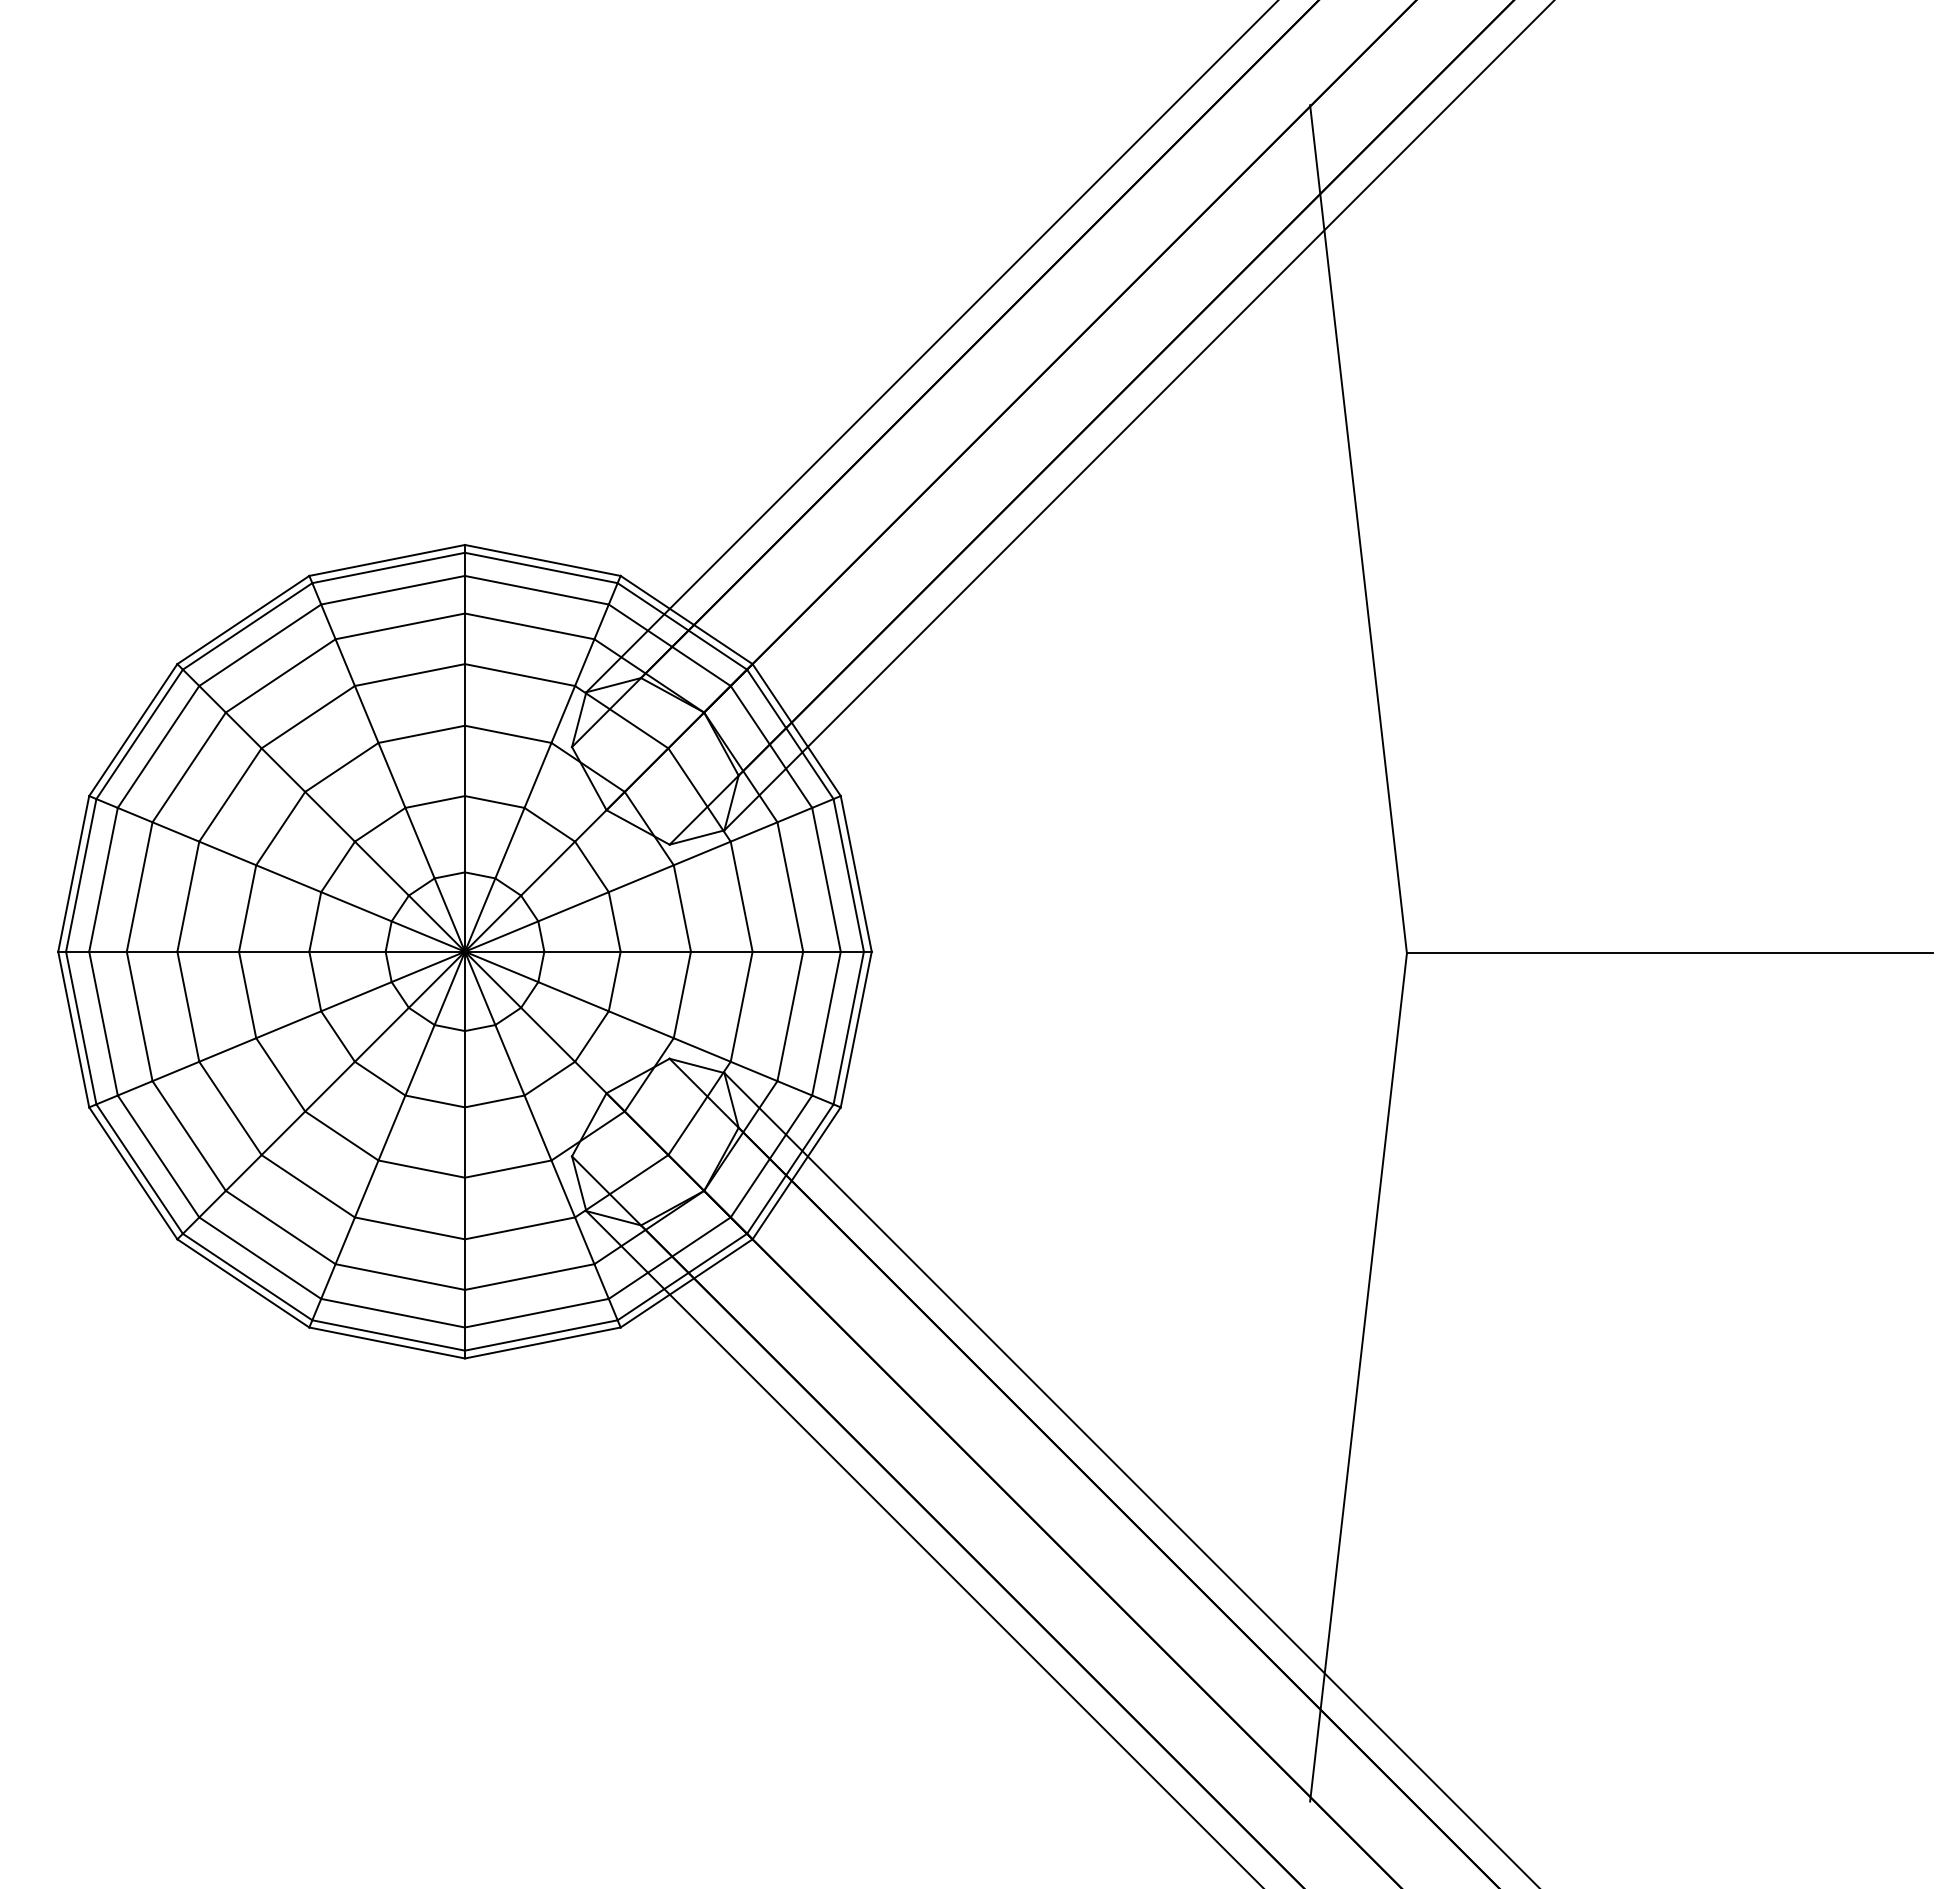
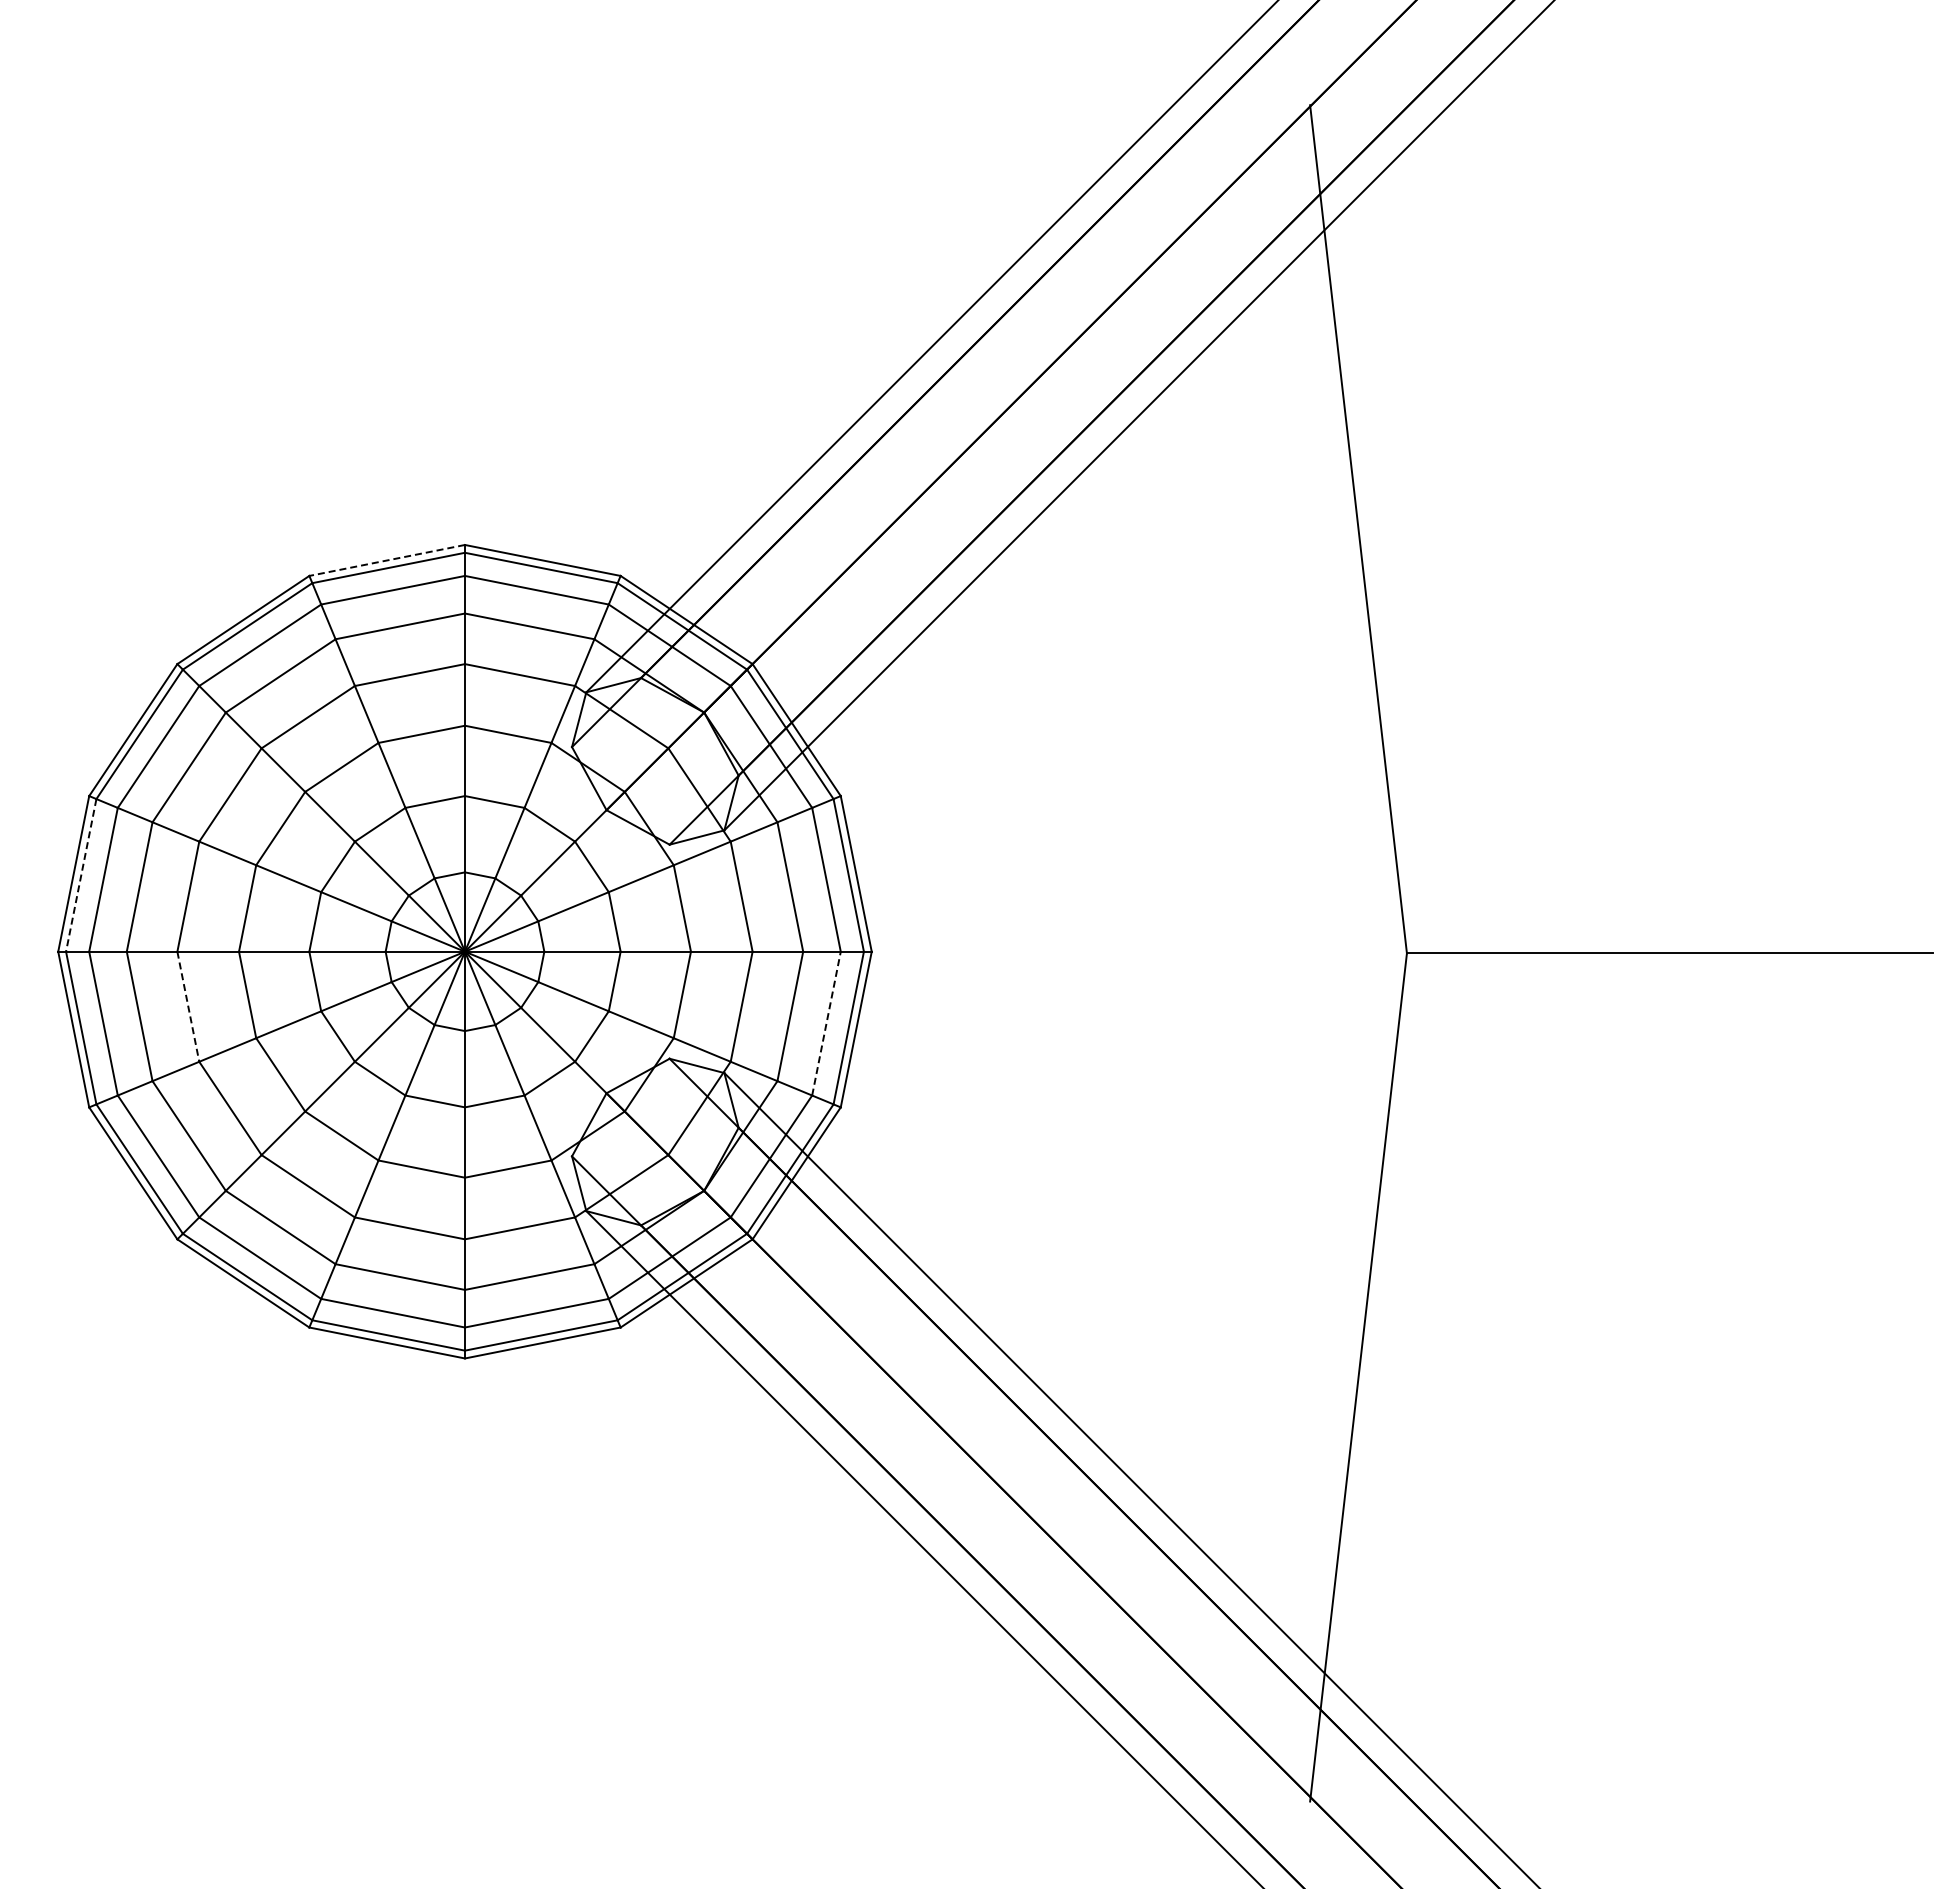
line at (386, 560): solid -> dashed
line at (81, 875): solid -> dashed
line at (188, 1007): solid -> dashed
line at (826, 1023): solid -> dashed
